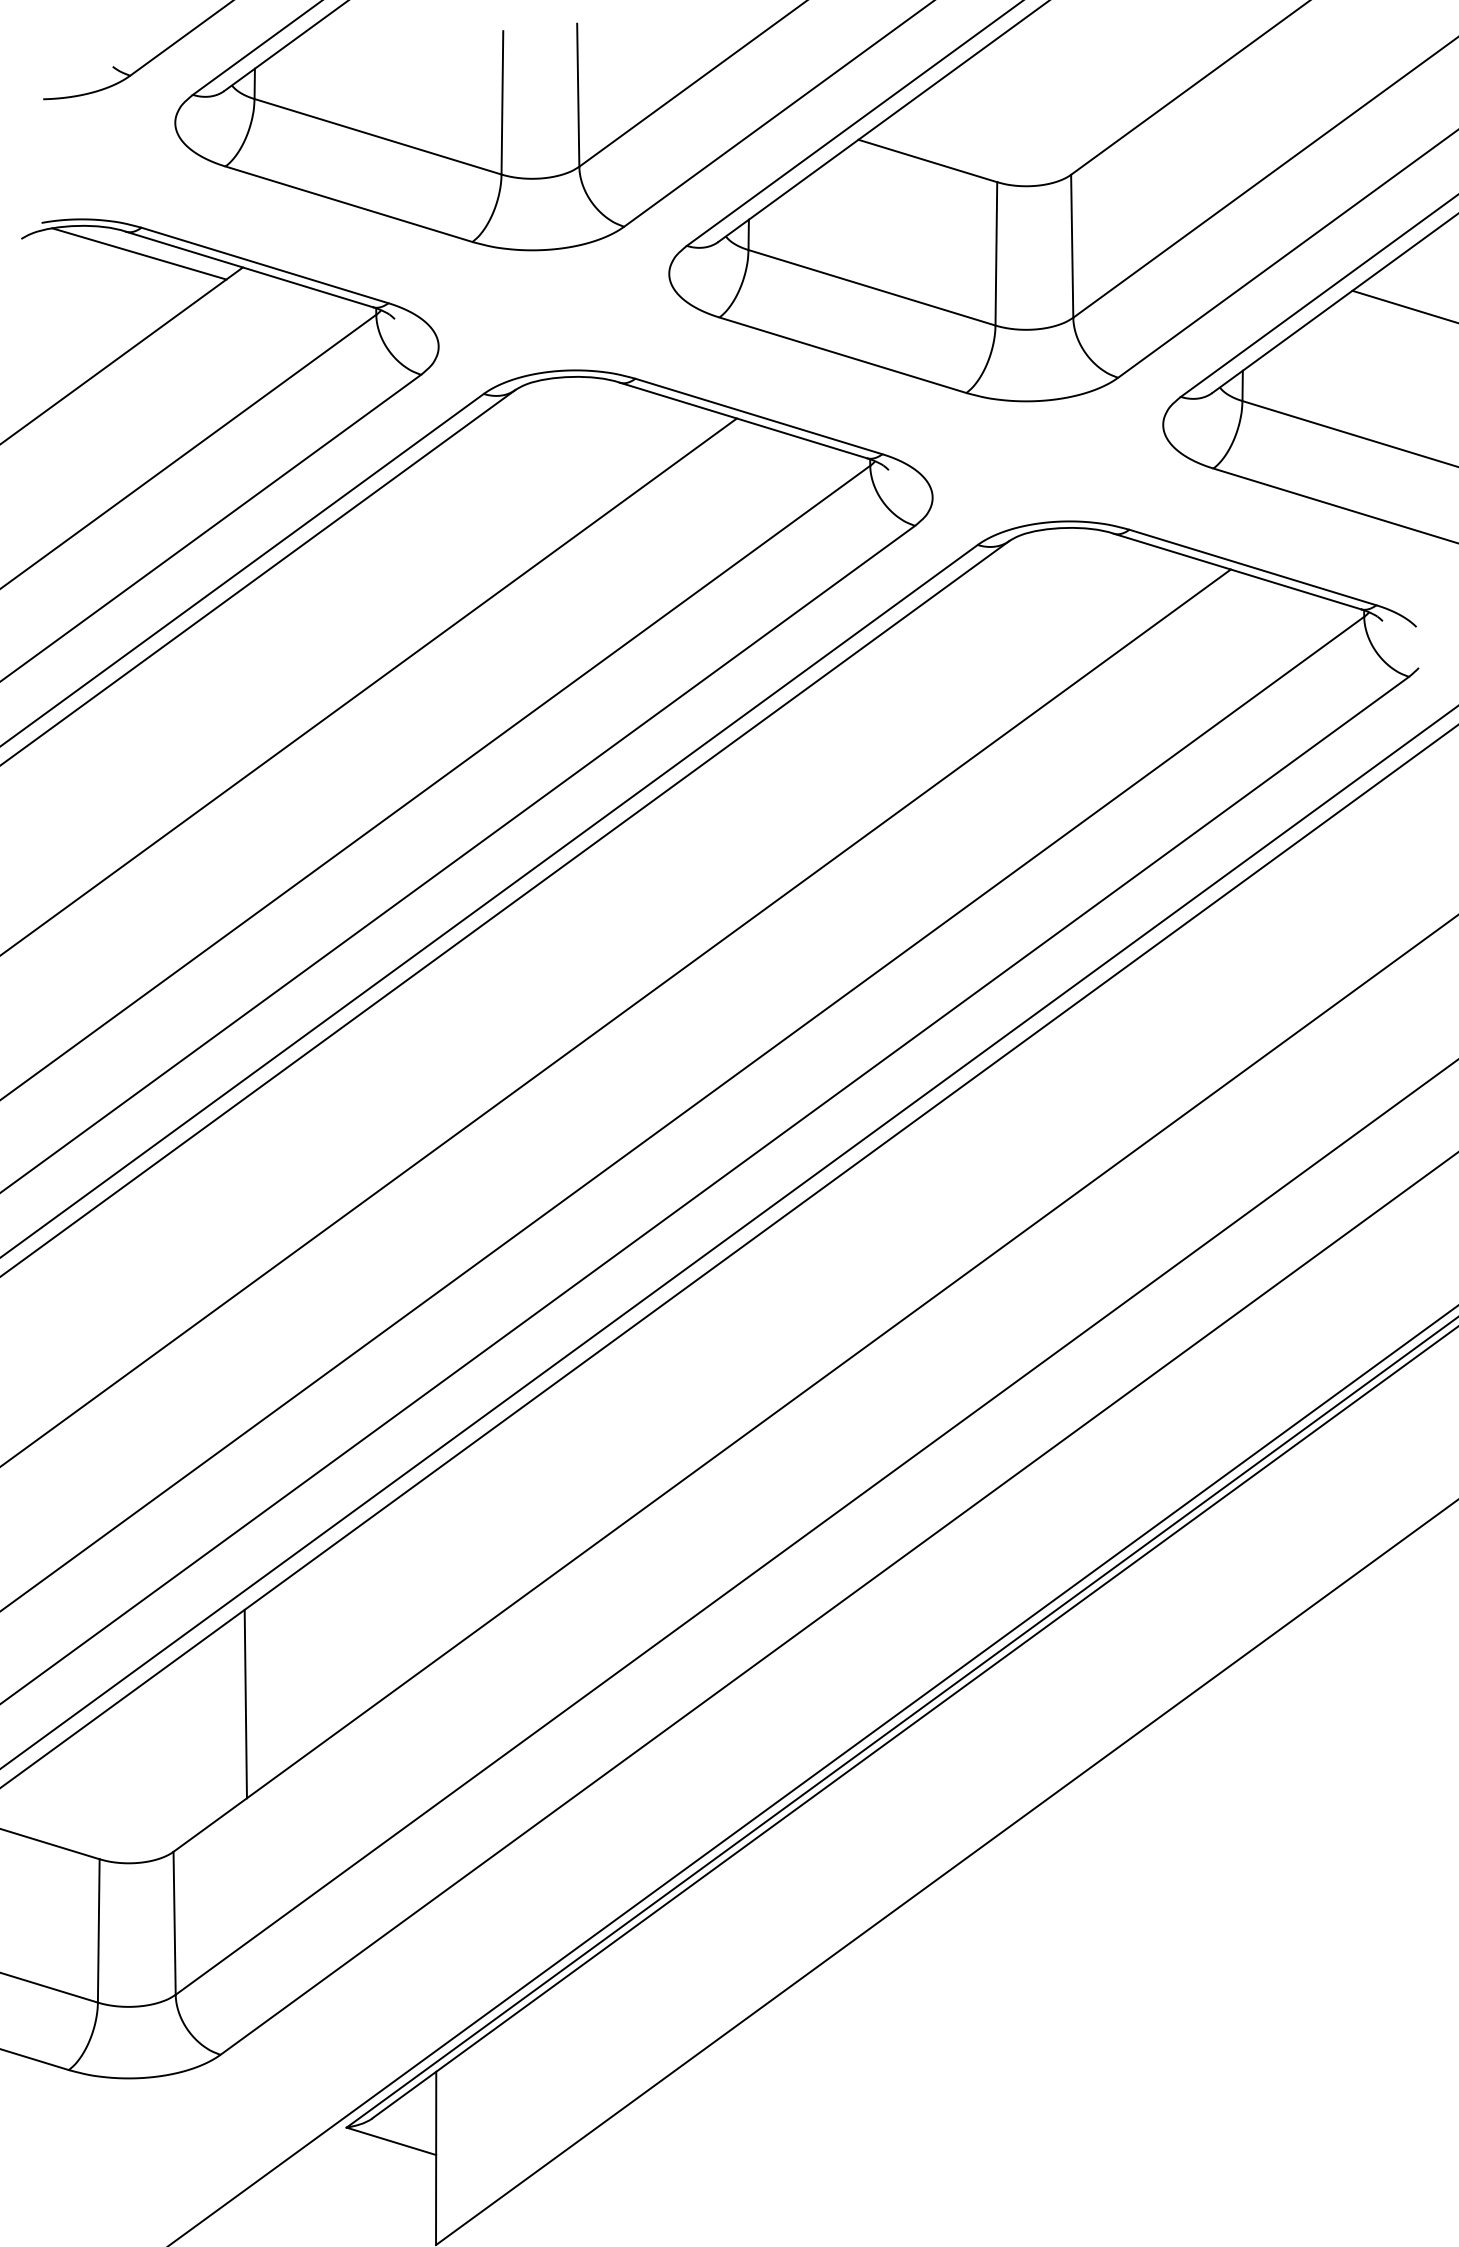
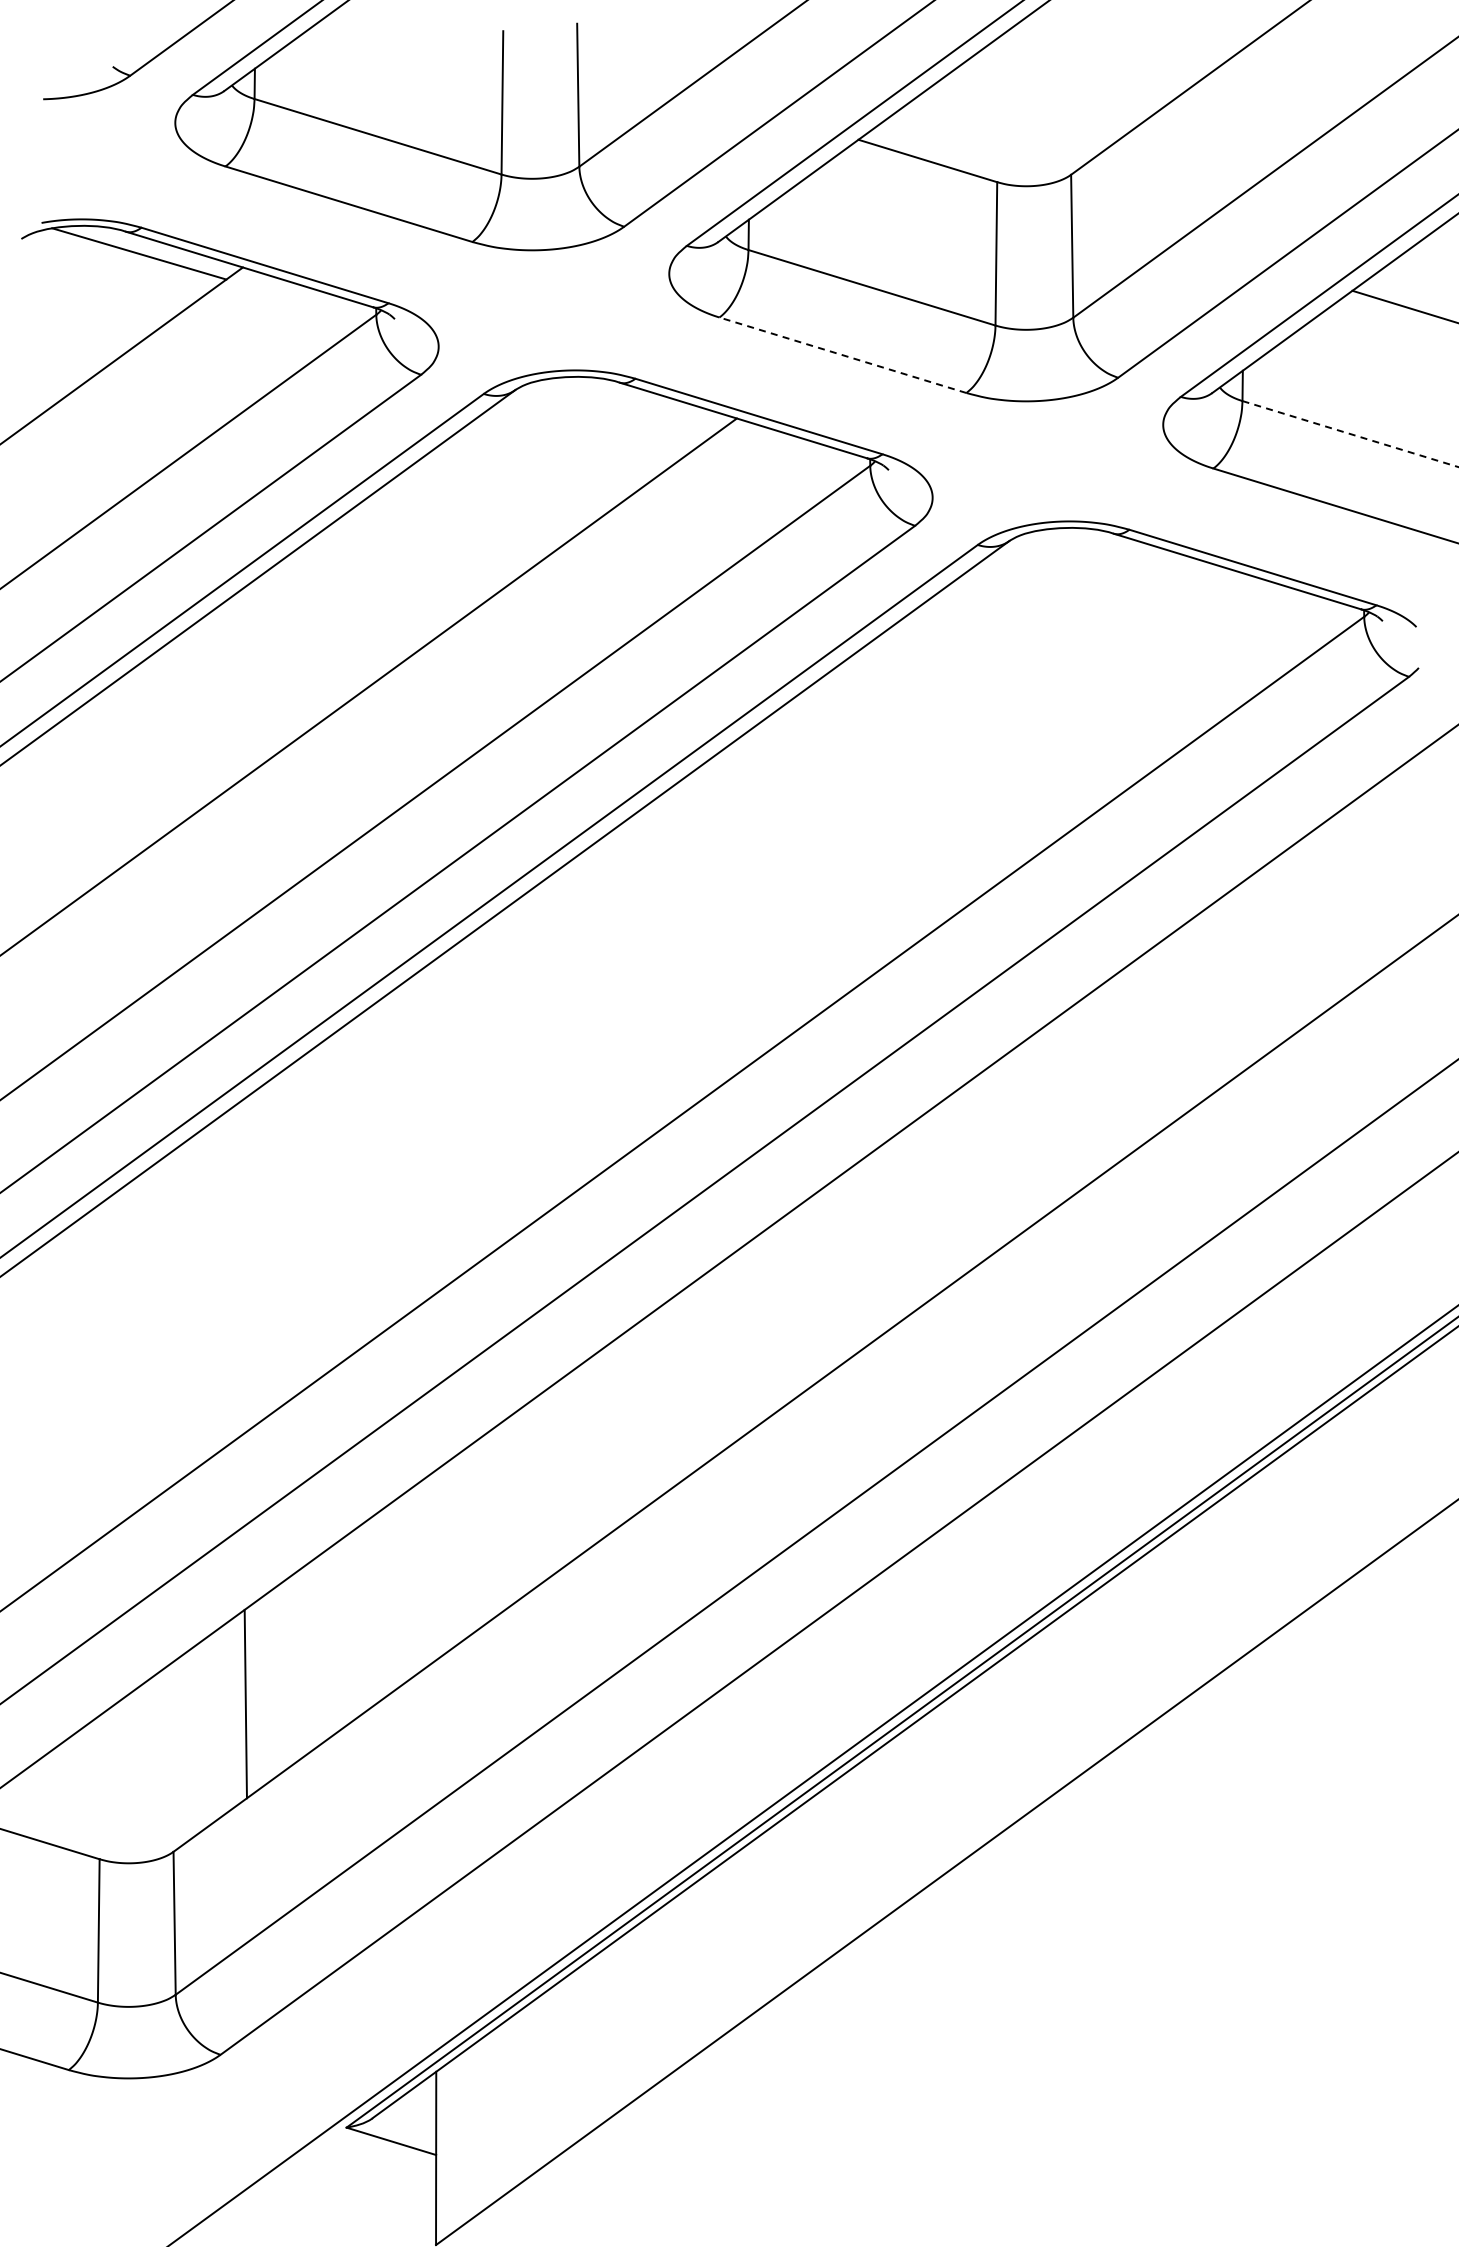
line at (842, 355): solid -> dashed
line at (1351, 434): solid -> dashed
line at (616, 1017): present -> none
line at (728, 1237): present -> none
